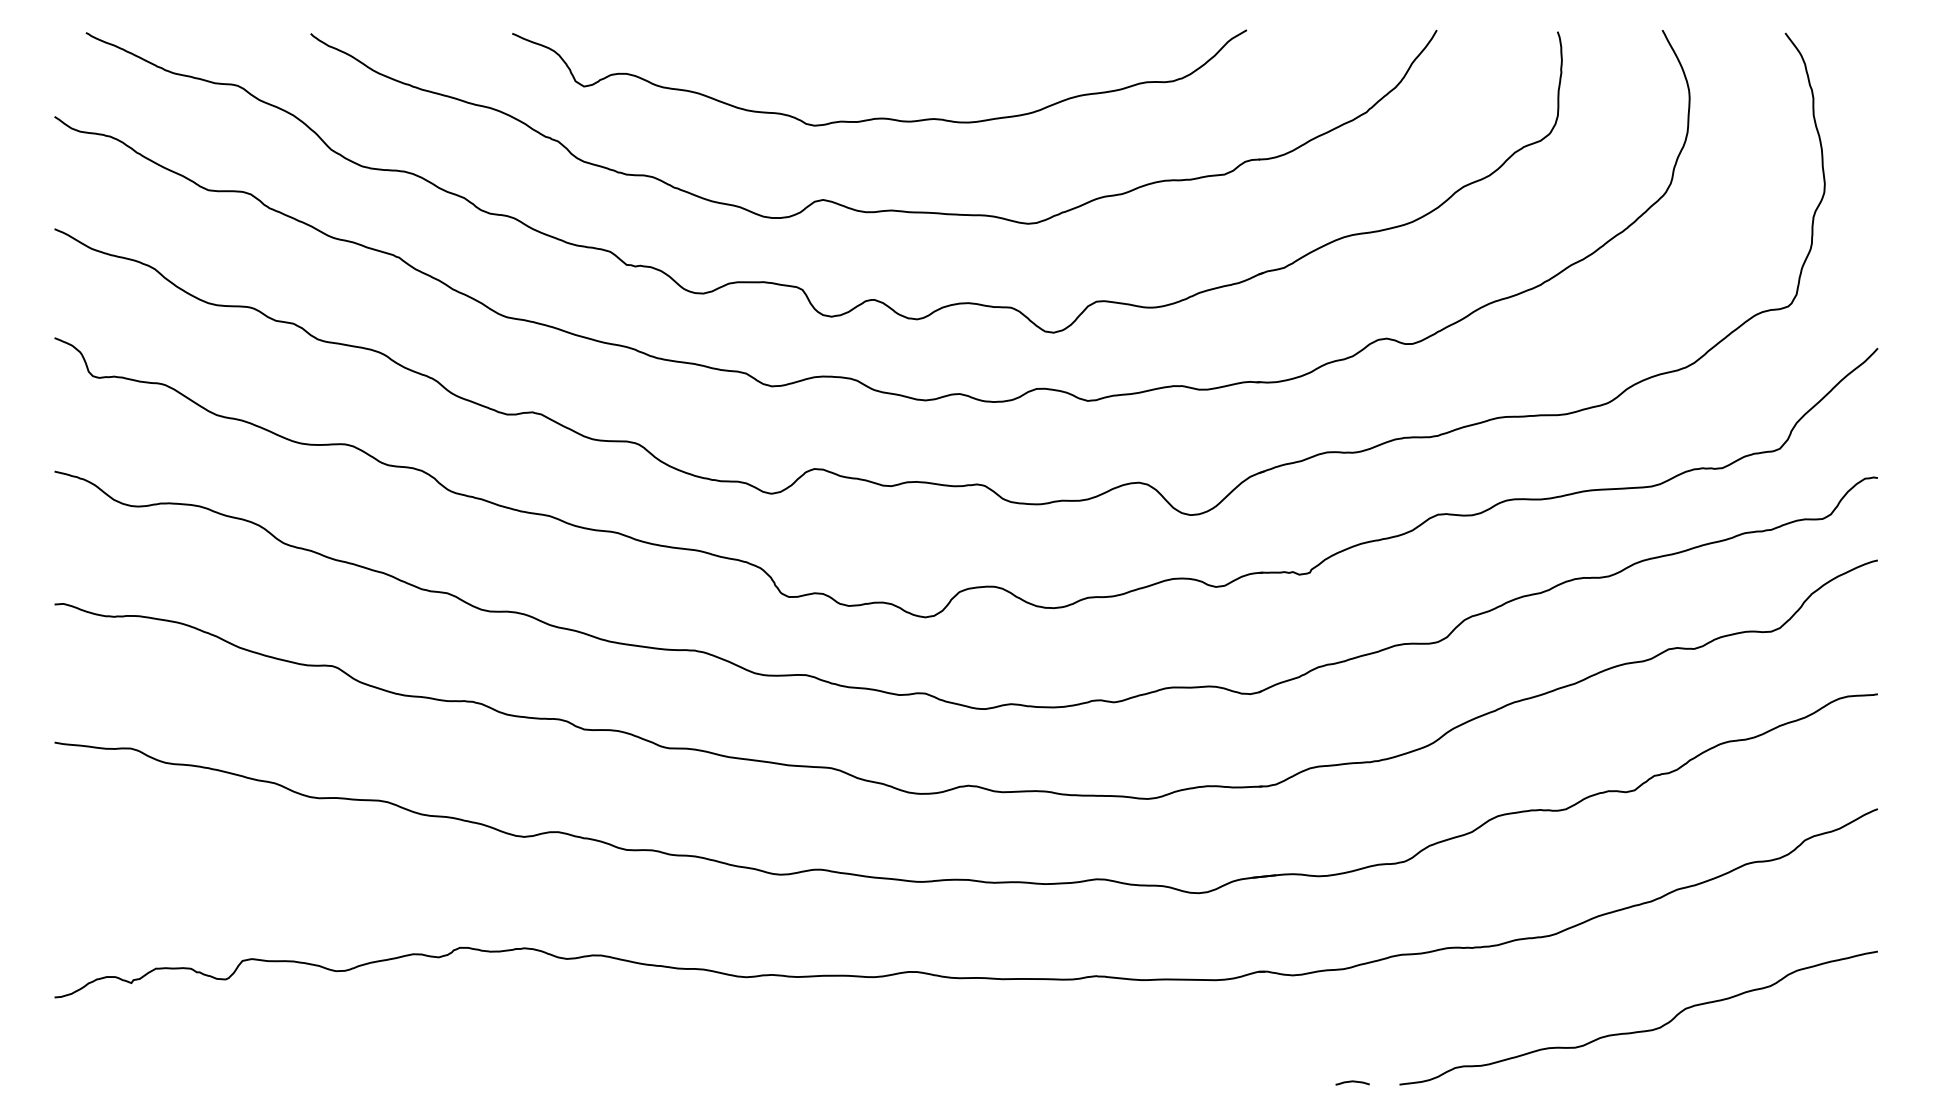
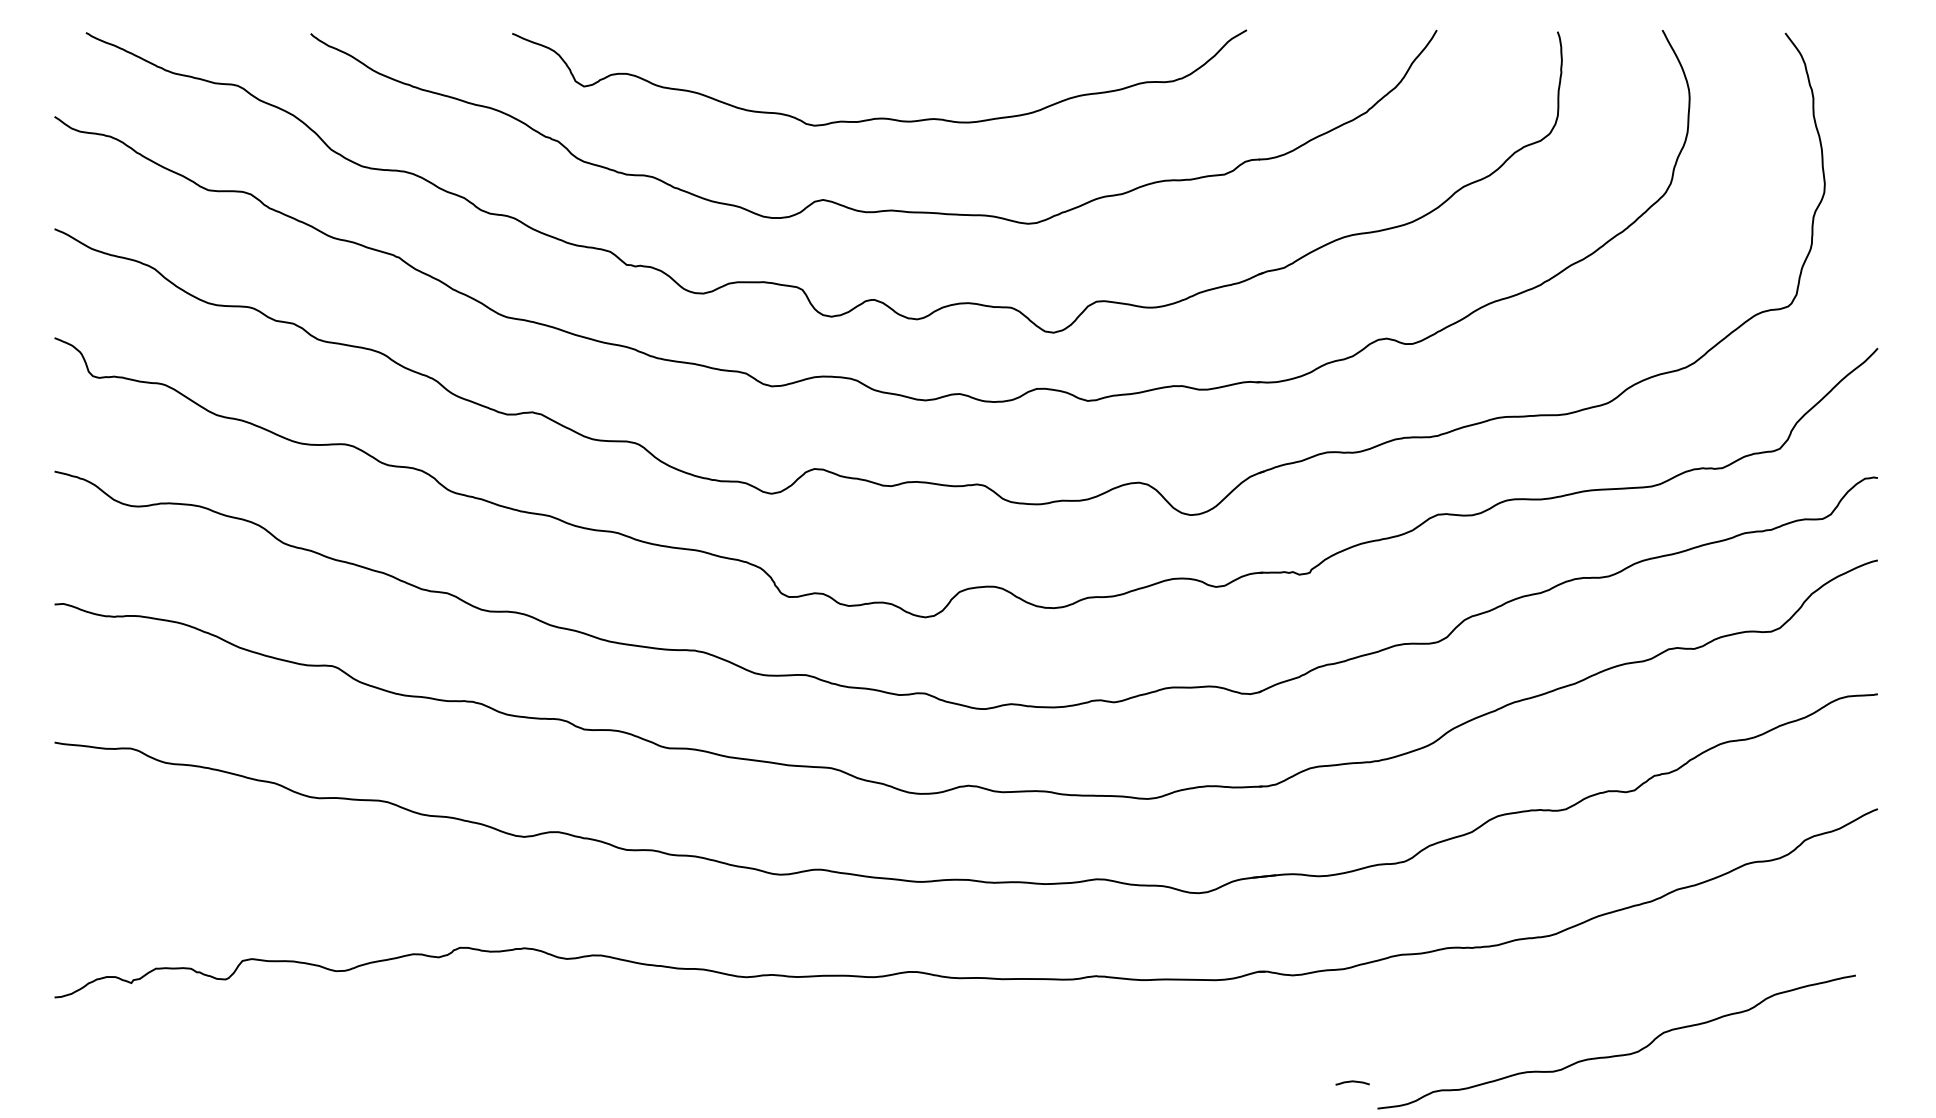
curve at (1640, 1030) position: (1640, 1030) -> (1618, 1054)
